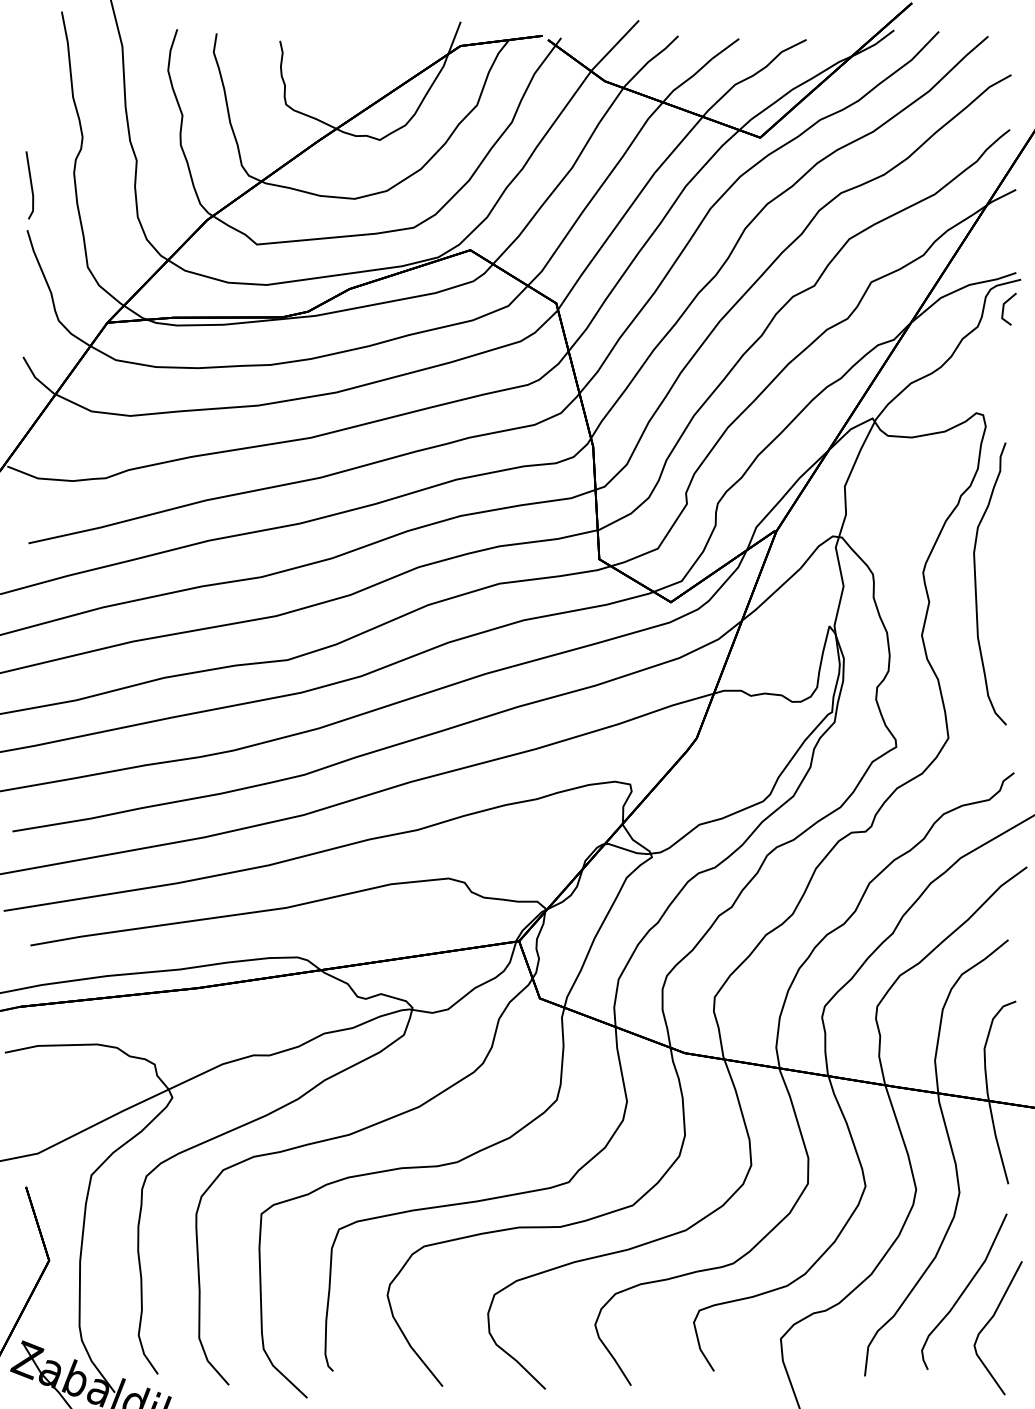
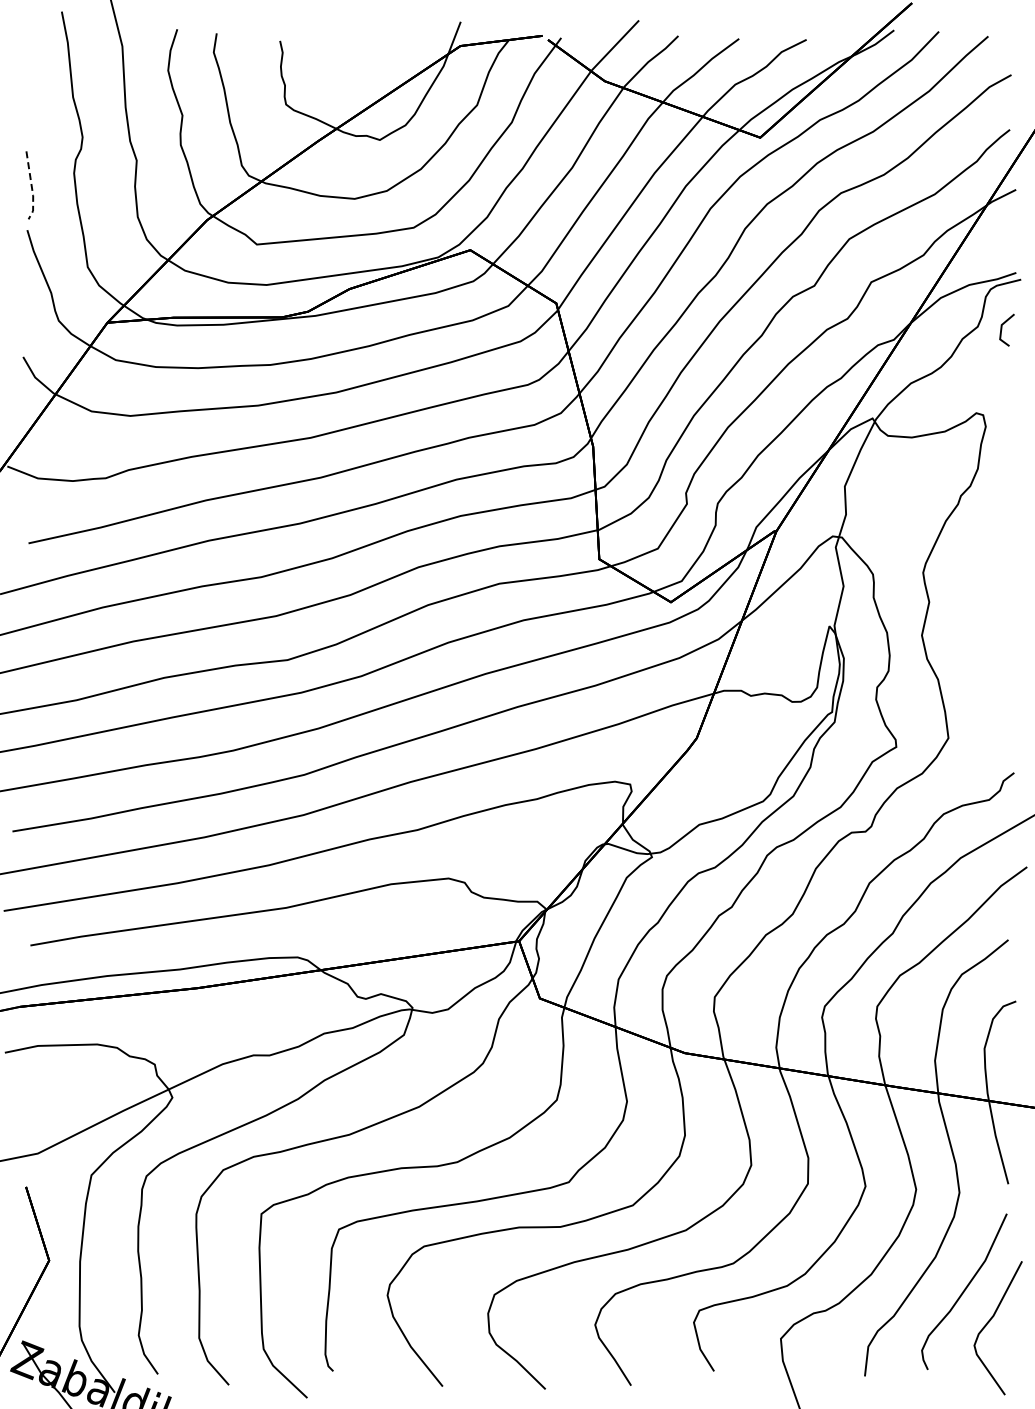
line at (31, 187): solid -> dashed
line at (1004, 308) position: (1004, 308) -> (1002, 329)
curve at (976, 583): present -> none
